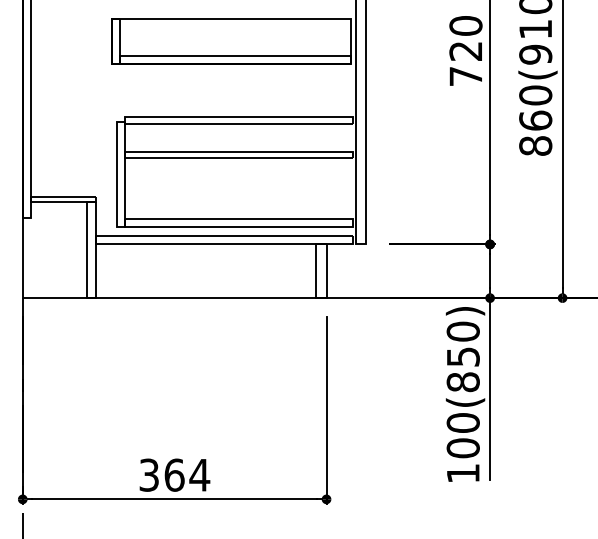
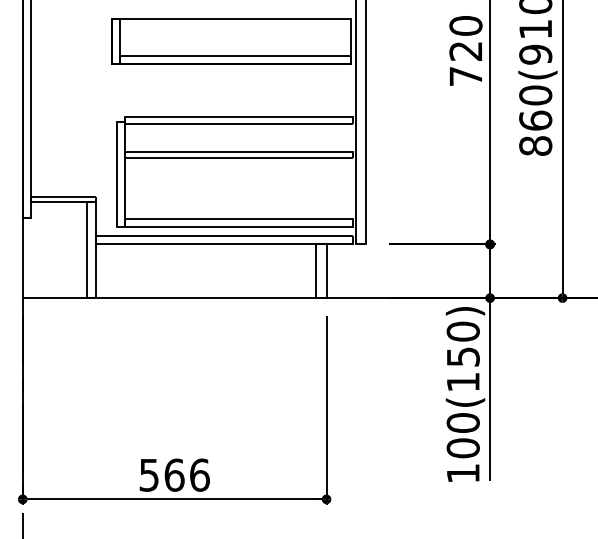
text at (462, 382): 100(850) -> 100(150)
text at (175, 474): 364 -> 566
